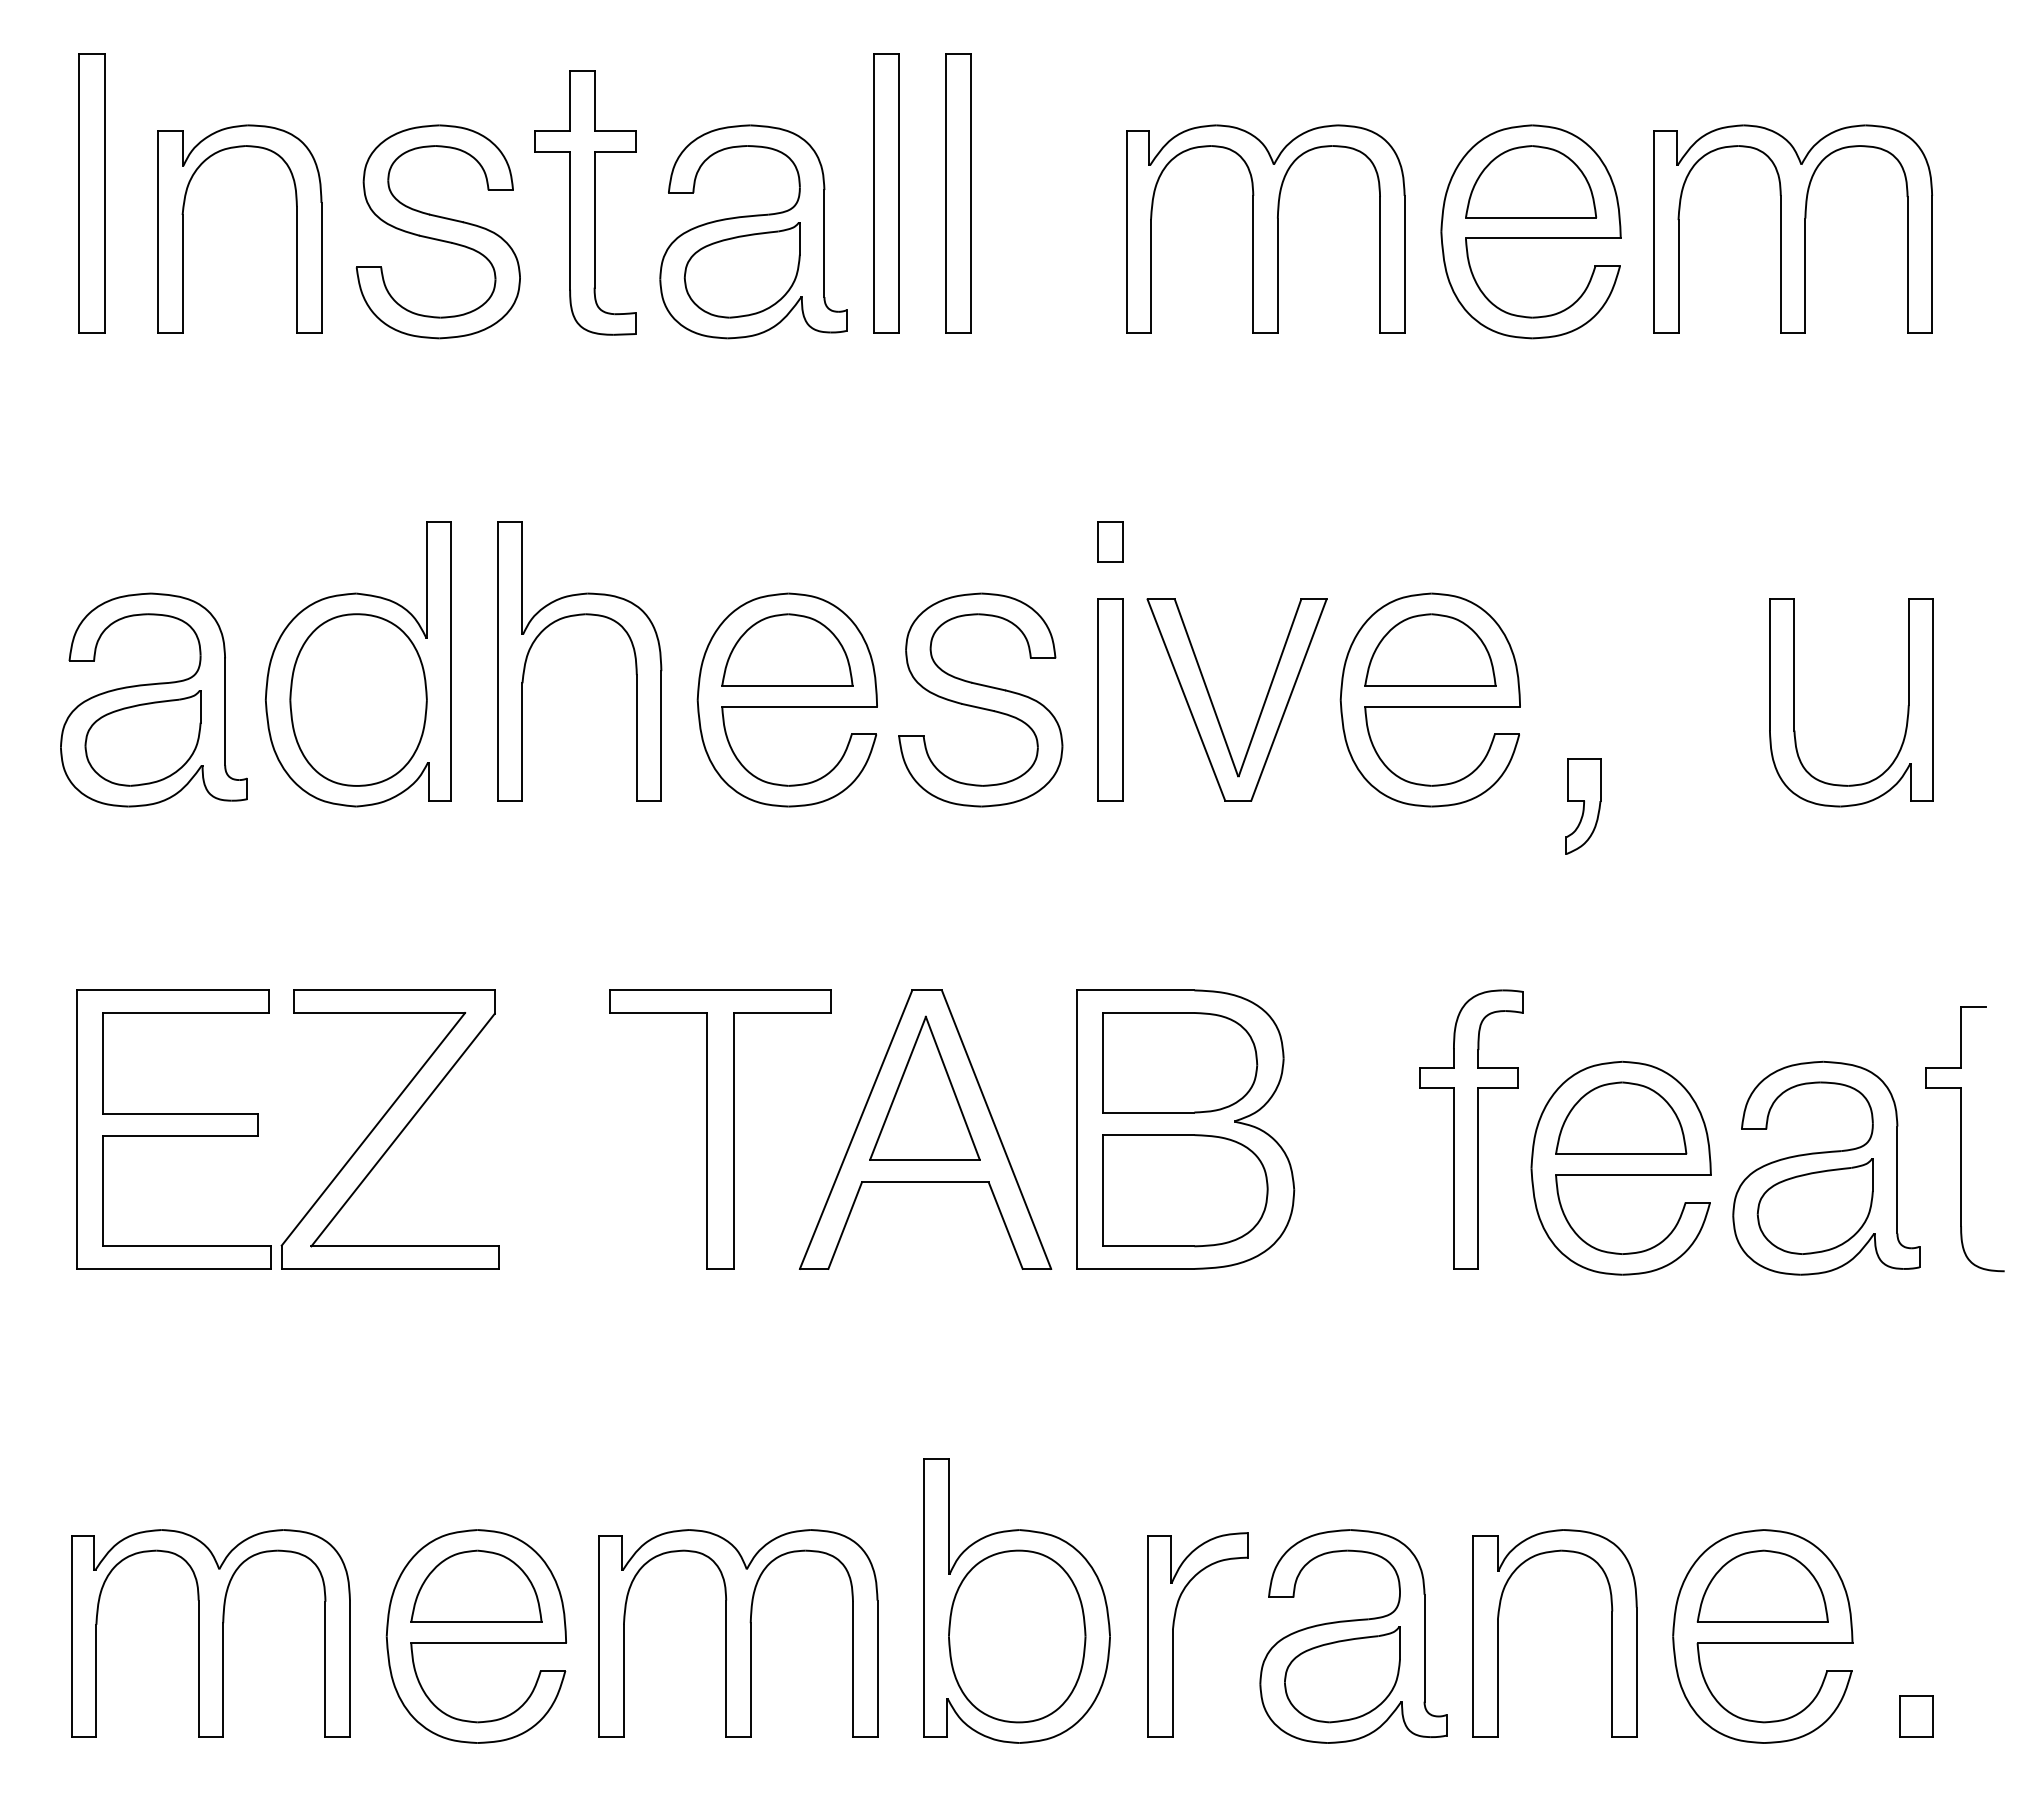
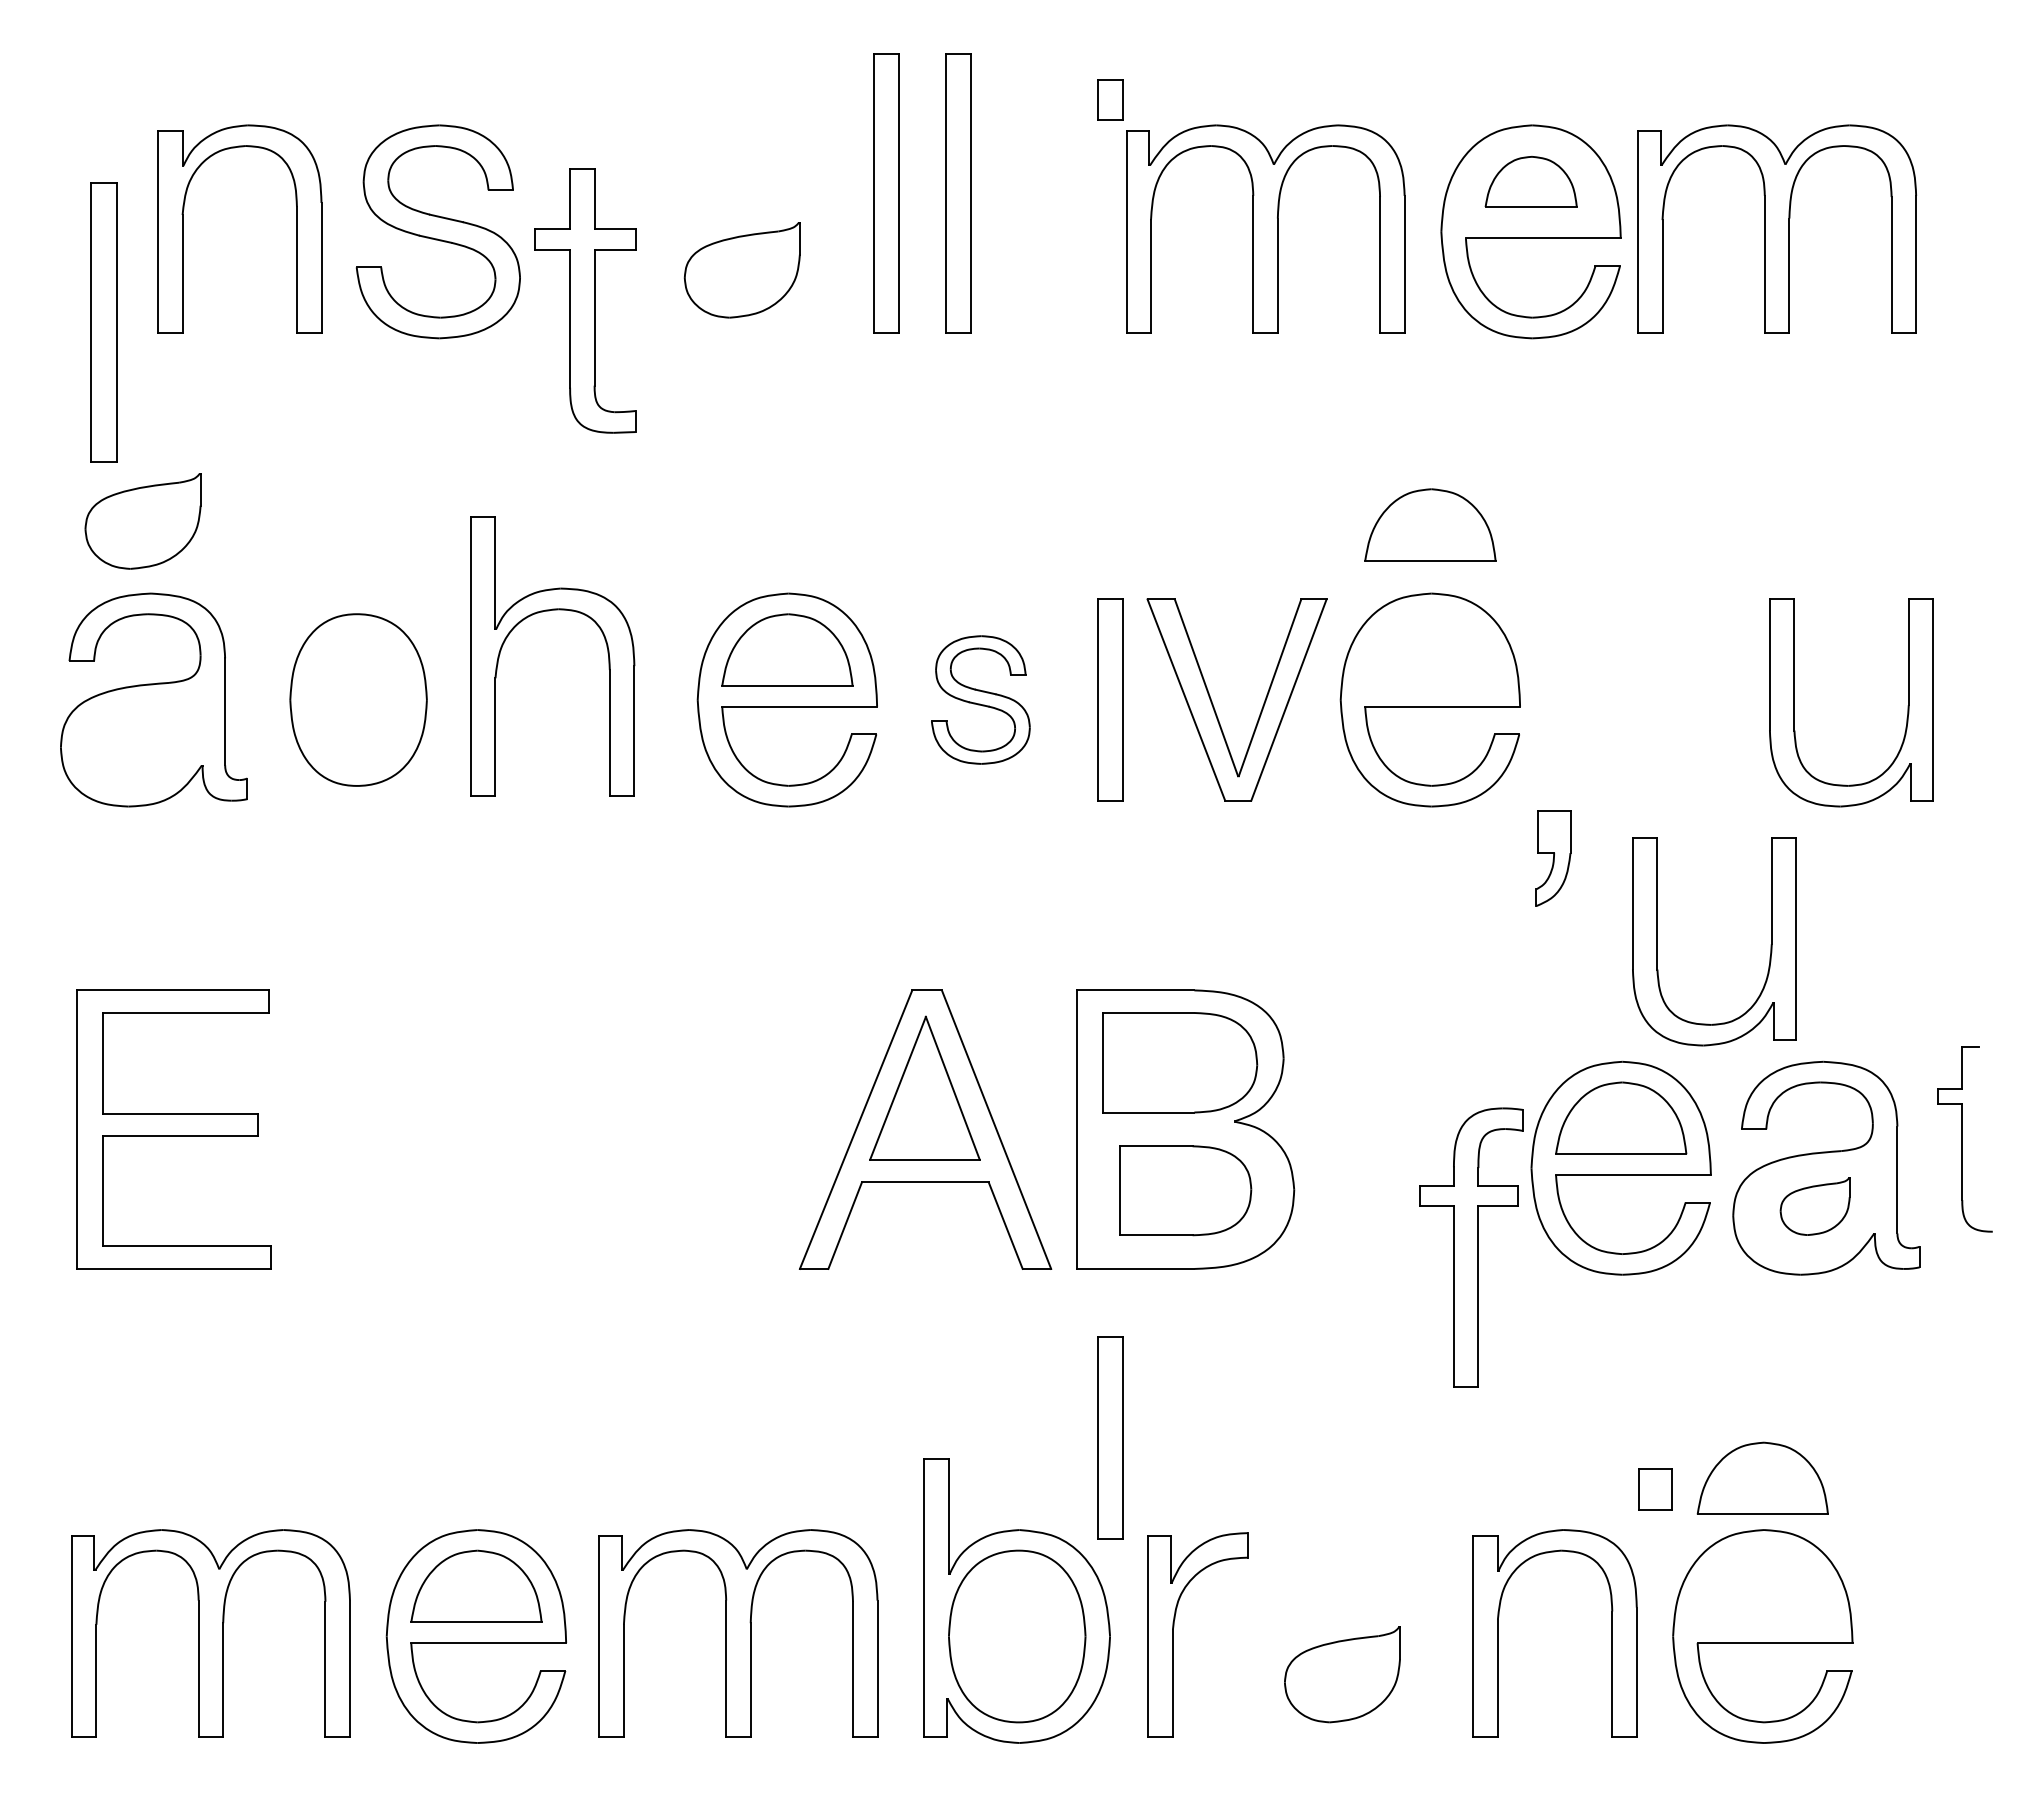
part at (1531, 181) size: 133x74 px -> 94x52 px
part at (91, 193) position: (91, 193) -> (103, 322)
part at (585, 202) position: (585, 202) -> (585, 300)
part at (1792, 228) position: (1792, 228) -> (1776, 228)
part at (753, 231): present -> none
part at (1110, 541) position: (1110, 541) -> (1110, 99)
part at (576, 616) position: (576, 616) -> (549, 611)
part at (1430, 649) position: (1430, 649) -> (1430, 524)
part at (357, 664): present -> none
part at (980, 699) size: 166x216 px -> 100x130 px
part at (142, 738) position: (142, 738) -> (142, 521)
part at (1583, 806) position: (1583, 806) -> (1553, 858)
part at (1770, 944): none -> present
part at (389, 1129): present -> none
part at (720, 1129): present -> none
part at (1471, 1129) position: (1471, 1129) -> (1471, 1247)
part at (1964, 1139) size: 80x267 px -> 56x187 px
part at (1185, 1190) size: 167x114 px -> 134x92 px
part at (1814, 1206) size: 118x97 px -> 72x59 px
part at (1110, 1437): none -> present
part at (1762, 1585) position: (1762, 1585) -> (1762, 1477)
part at (1353, 1636): present -> none
part at (1916, 1716) position: (1916, 1716) -> (1655, 1489)
